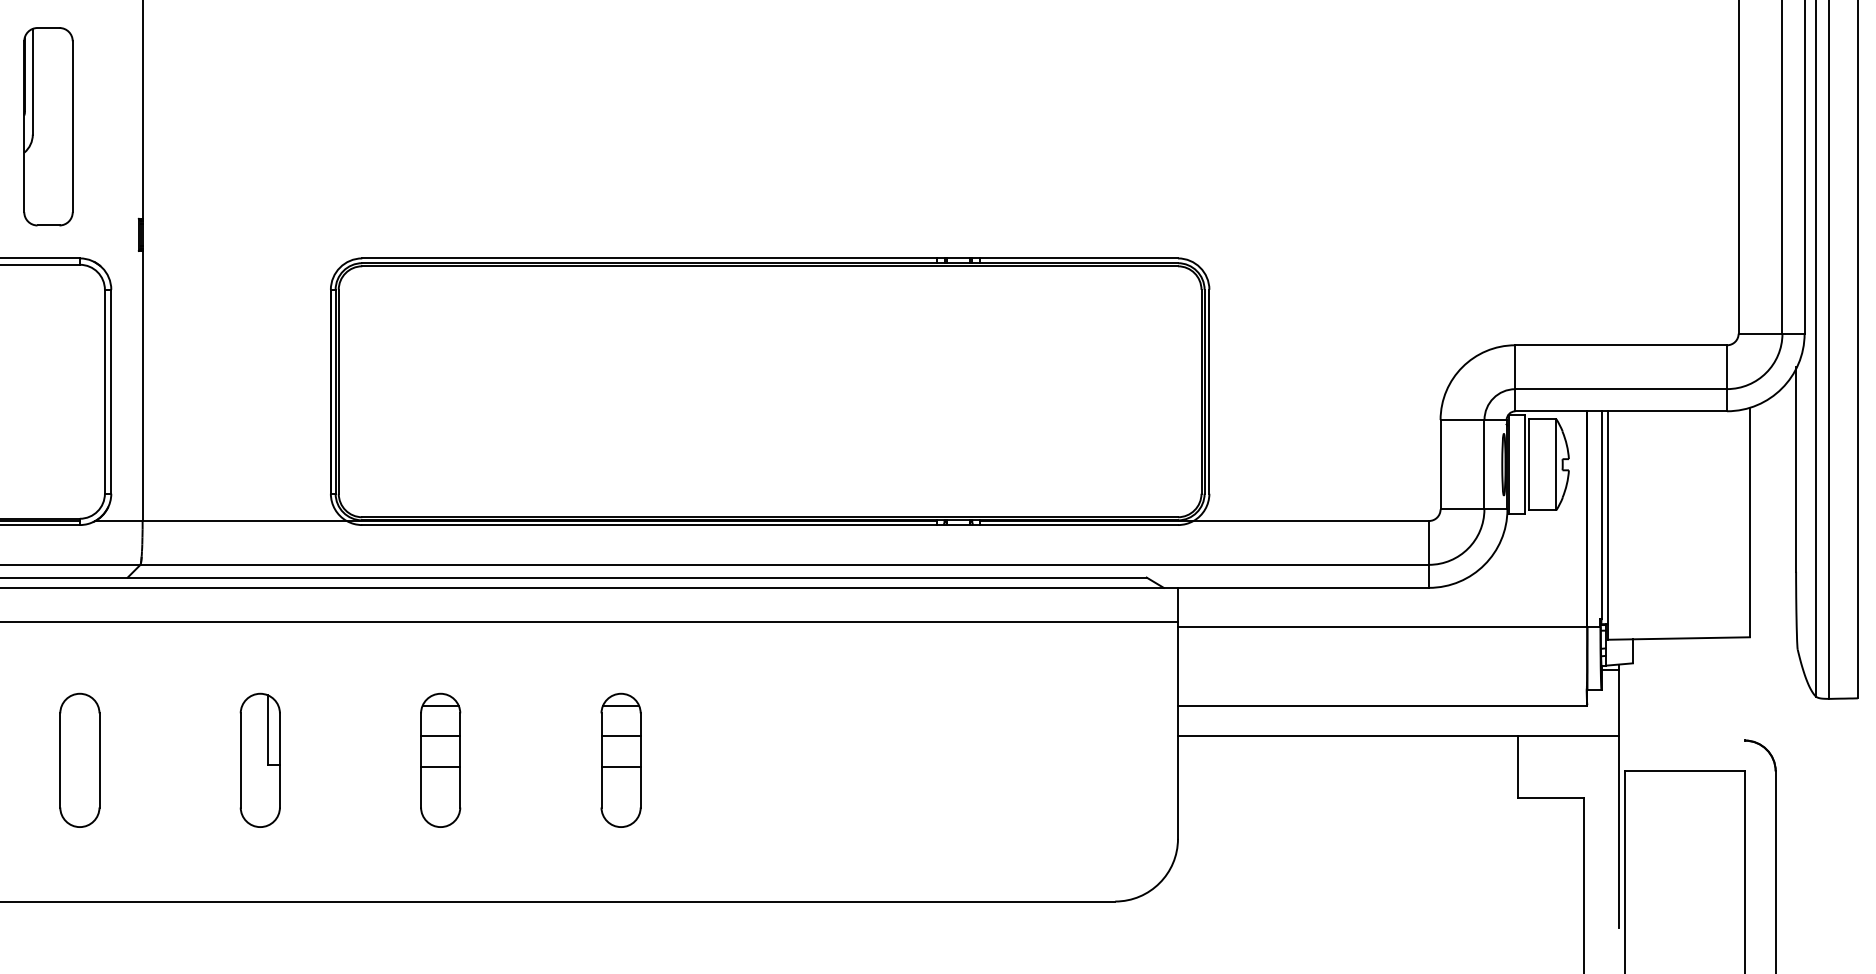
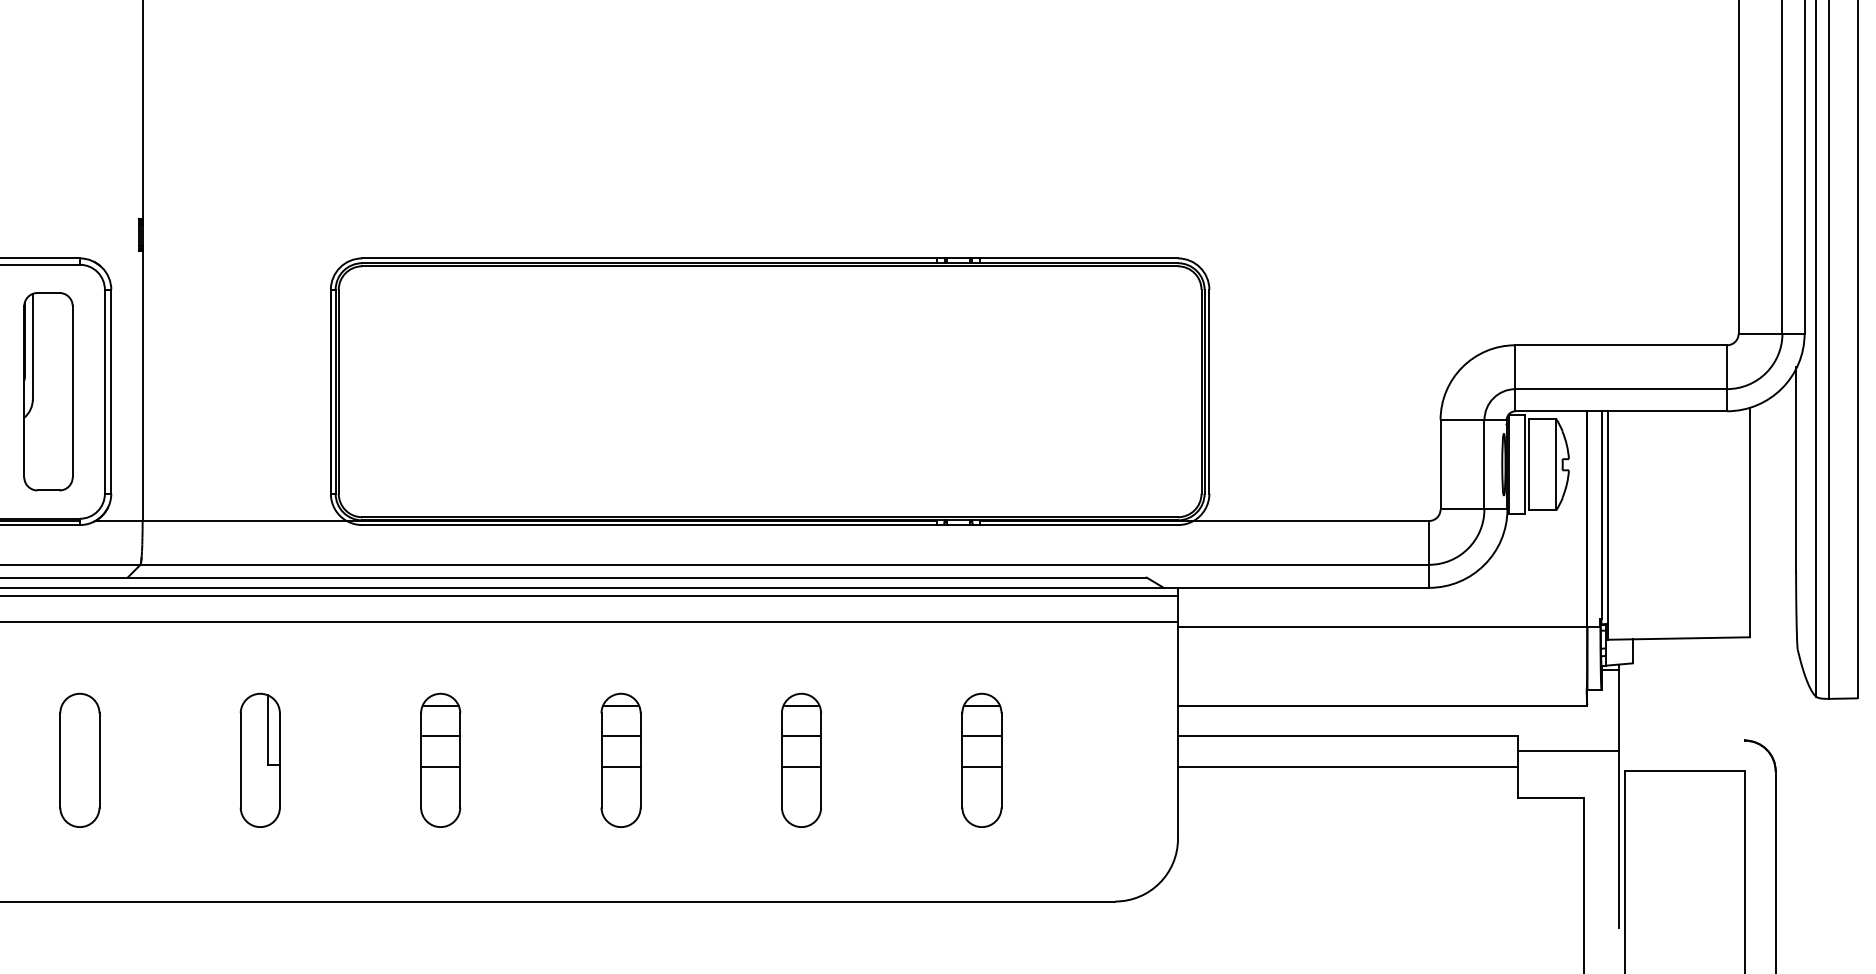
part at (48, 126) position: (48, 126) -> (48, 391)
line at (590, 595): none -> present
line at (1568, 736) position: (1568, 736) -> (1568, 751)
part at (801, 759): none -> present
part at (981, 759): none -> present
line at (1348, 767): none -> present
